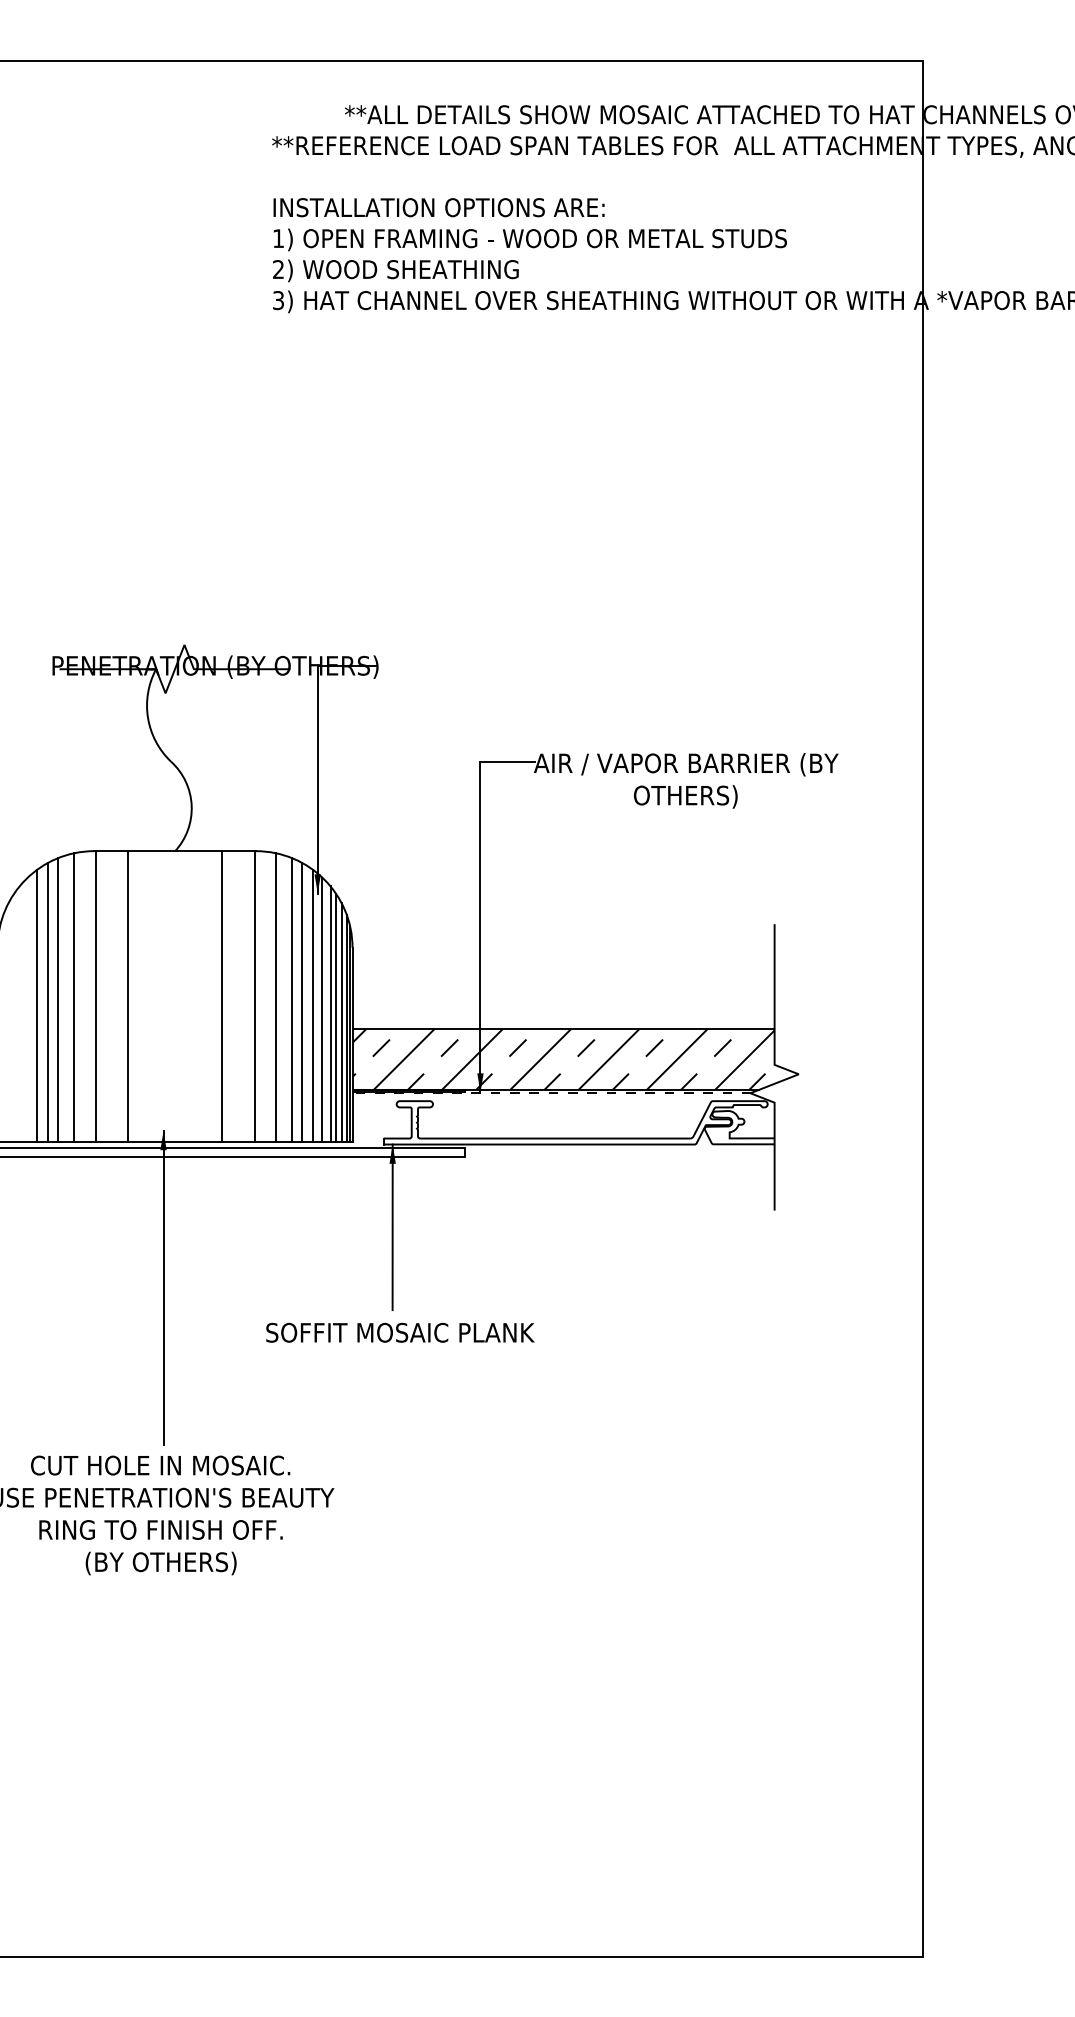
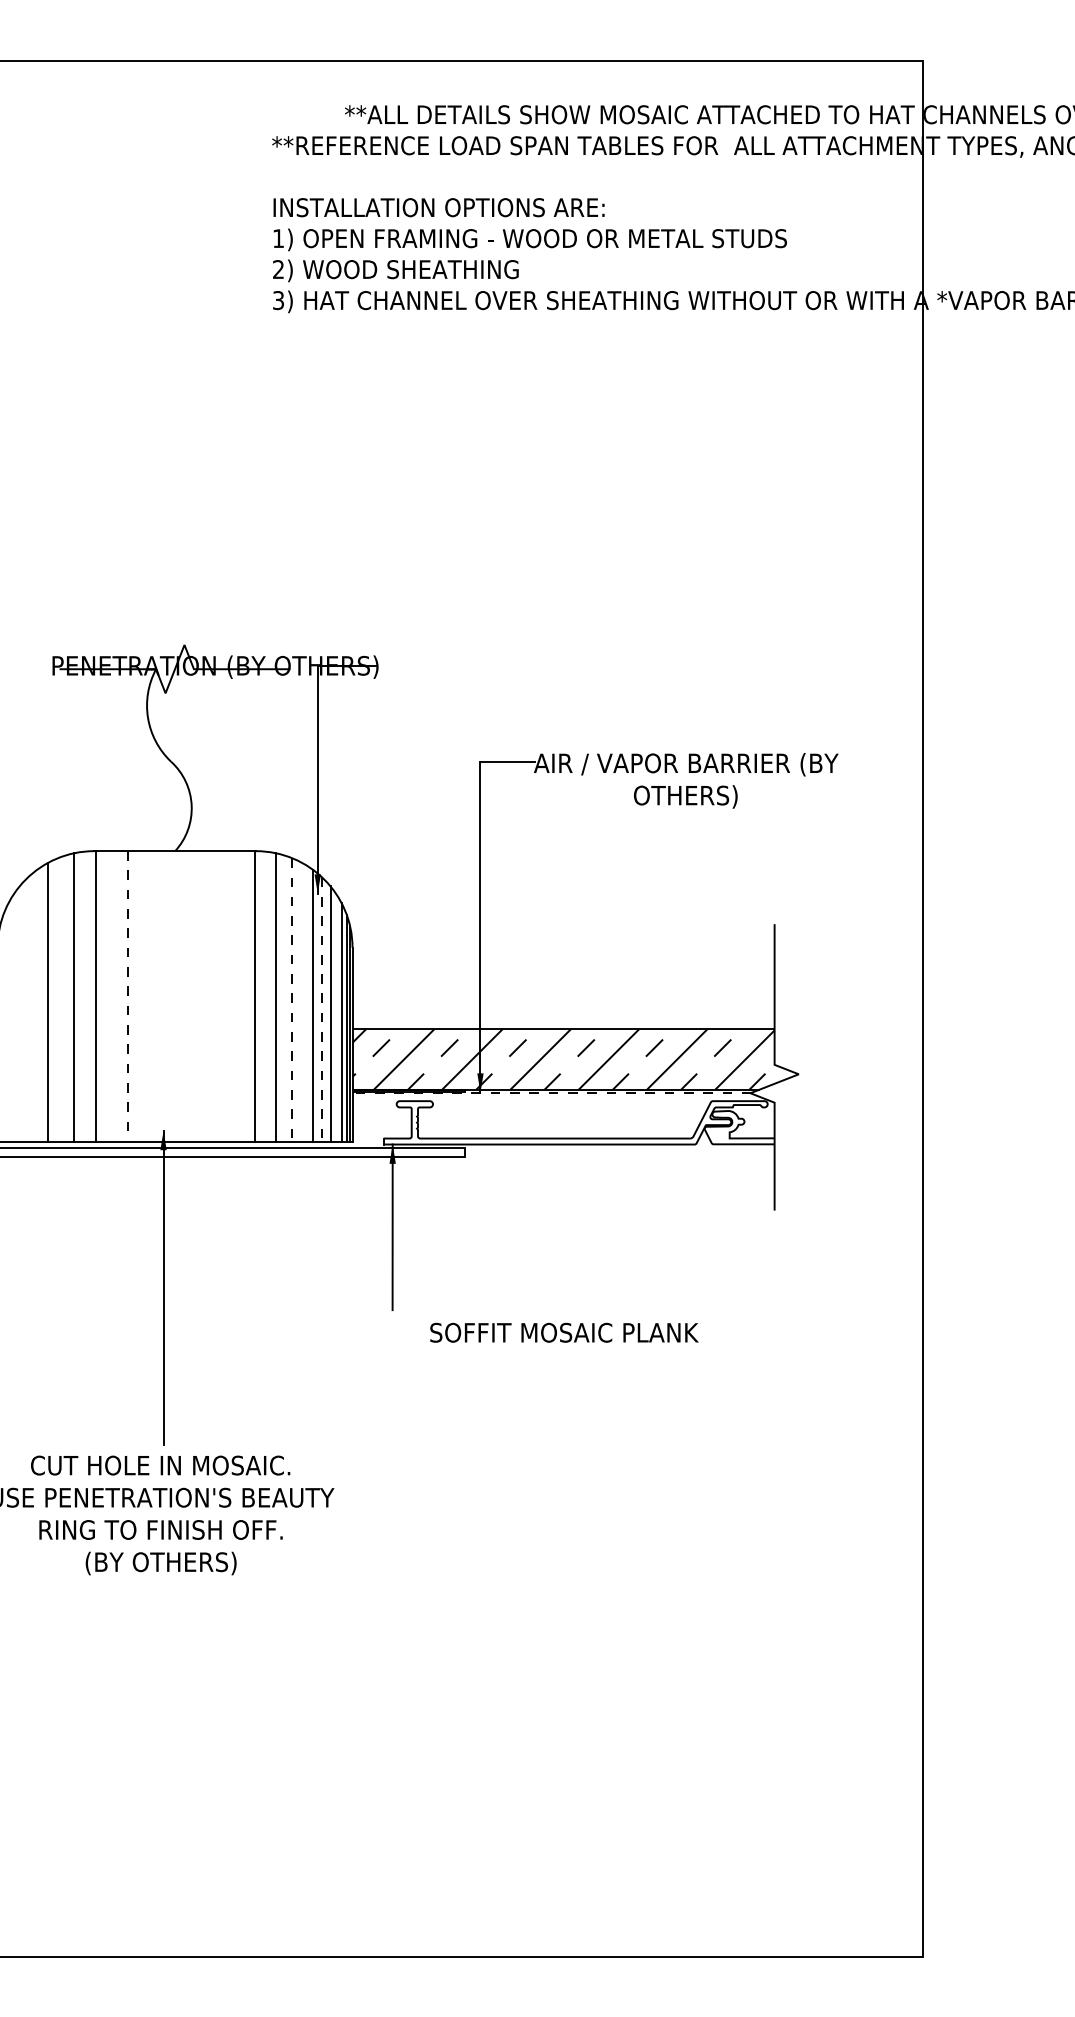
line at (128, 996): solid -> dashed
line at (221, 996): present -> none
line at (58, 1000): present -> none
line at (292, 1000): solid -> dashed
line at (302, 1002): present -> none
line at (37, 1005): present -> none
line at (322, 1010): solid -> dashed
line at (336, 1018): present -> none
text at (400, 1332) position: (400, 1332) -> (564, 1332)
